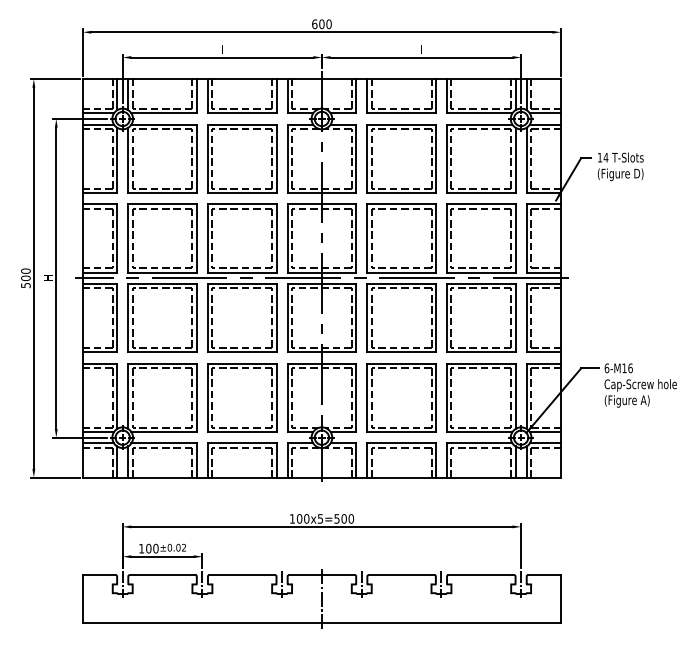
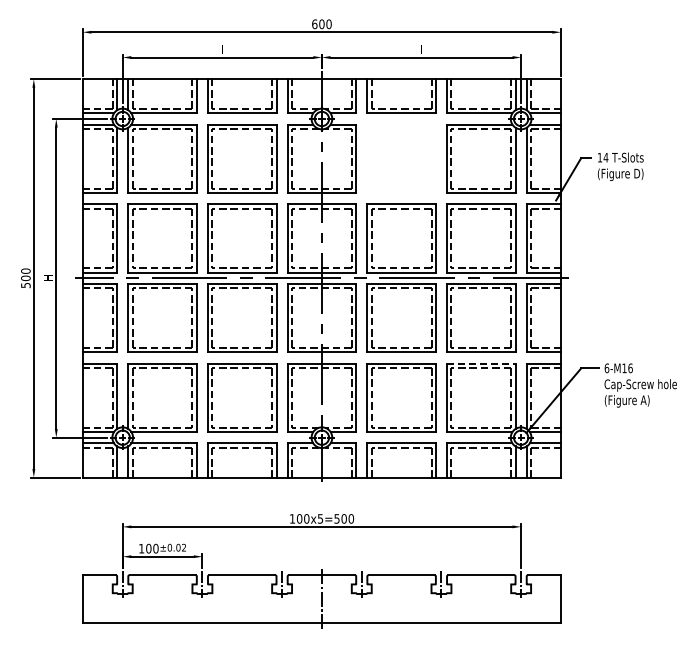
part at (401, 158): present -> none
line at (481, 363): solid -> dashed
